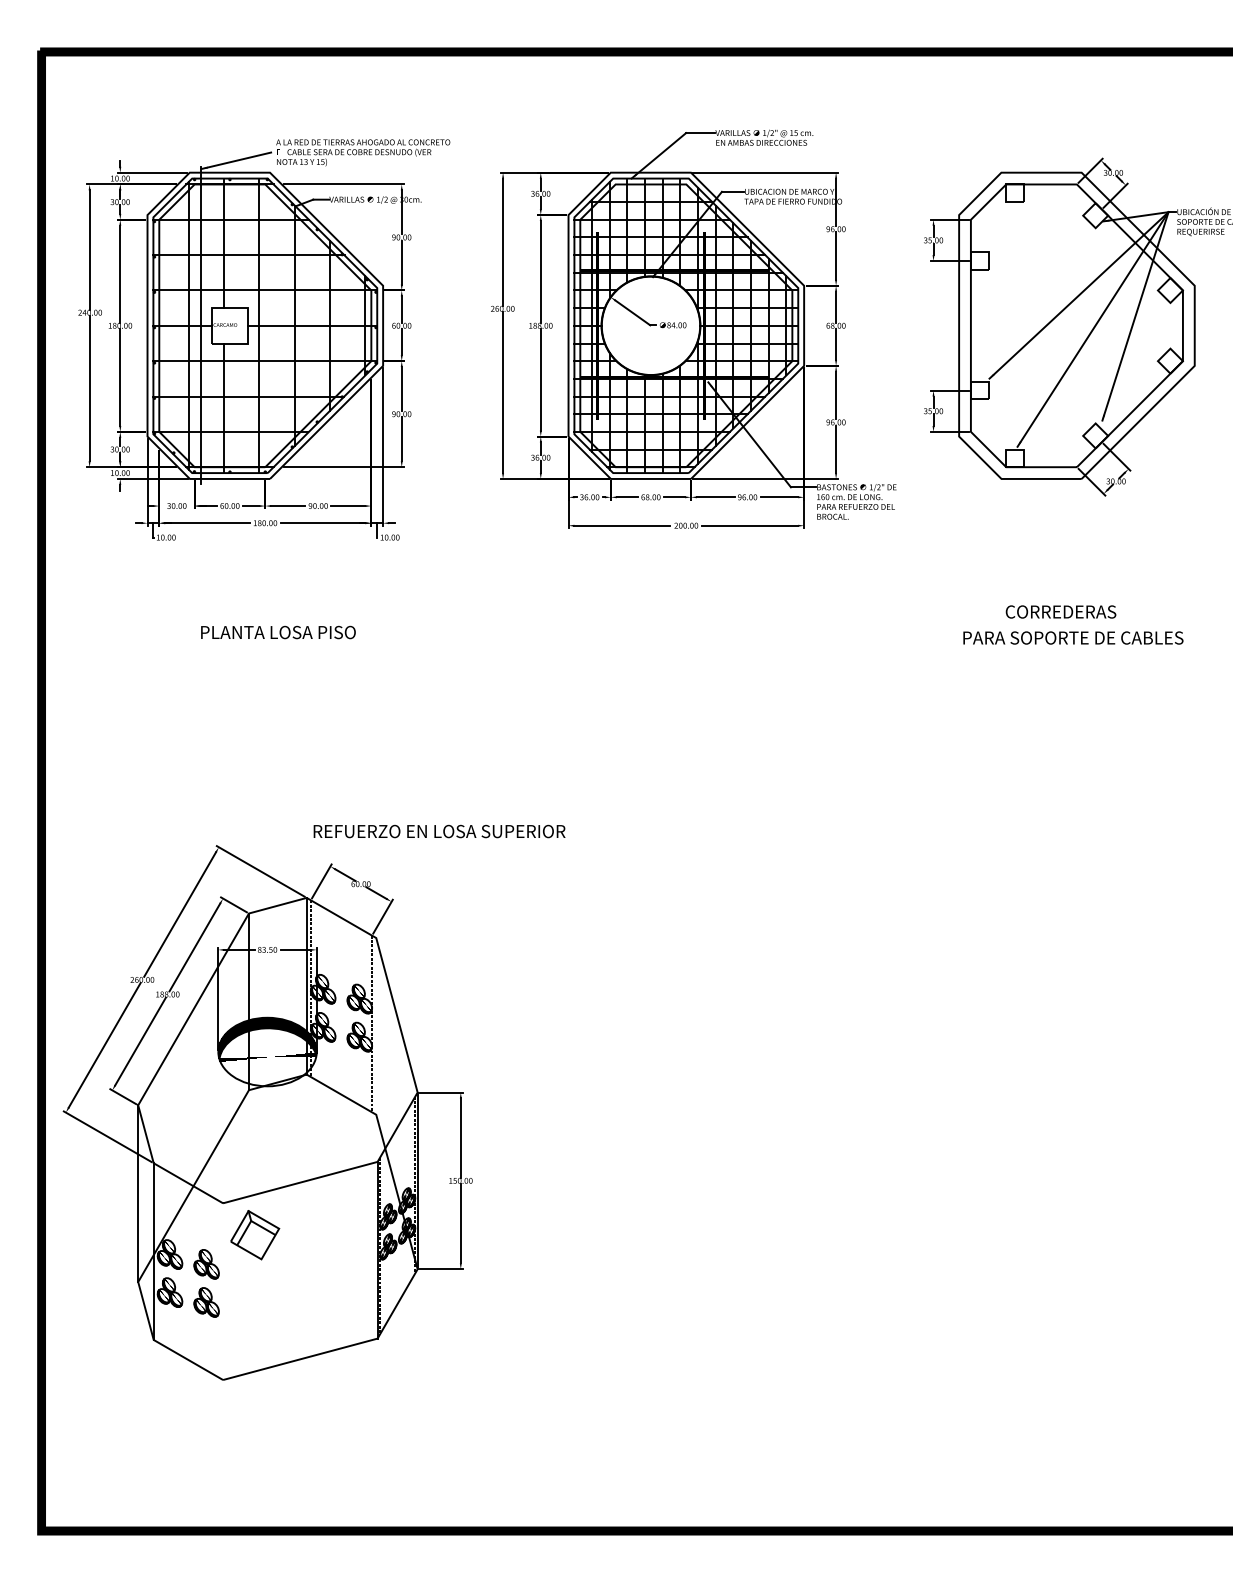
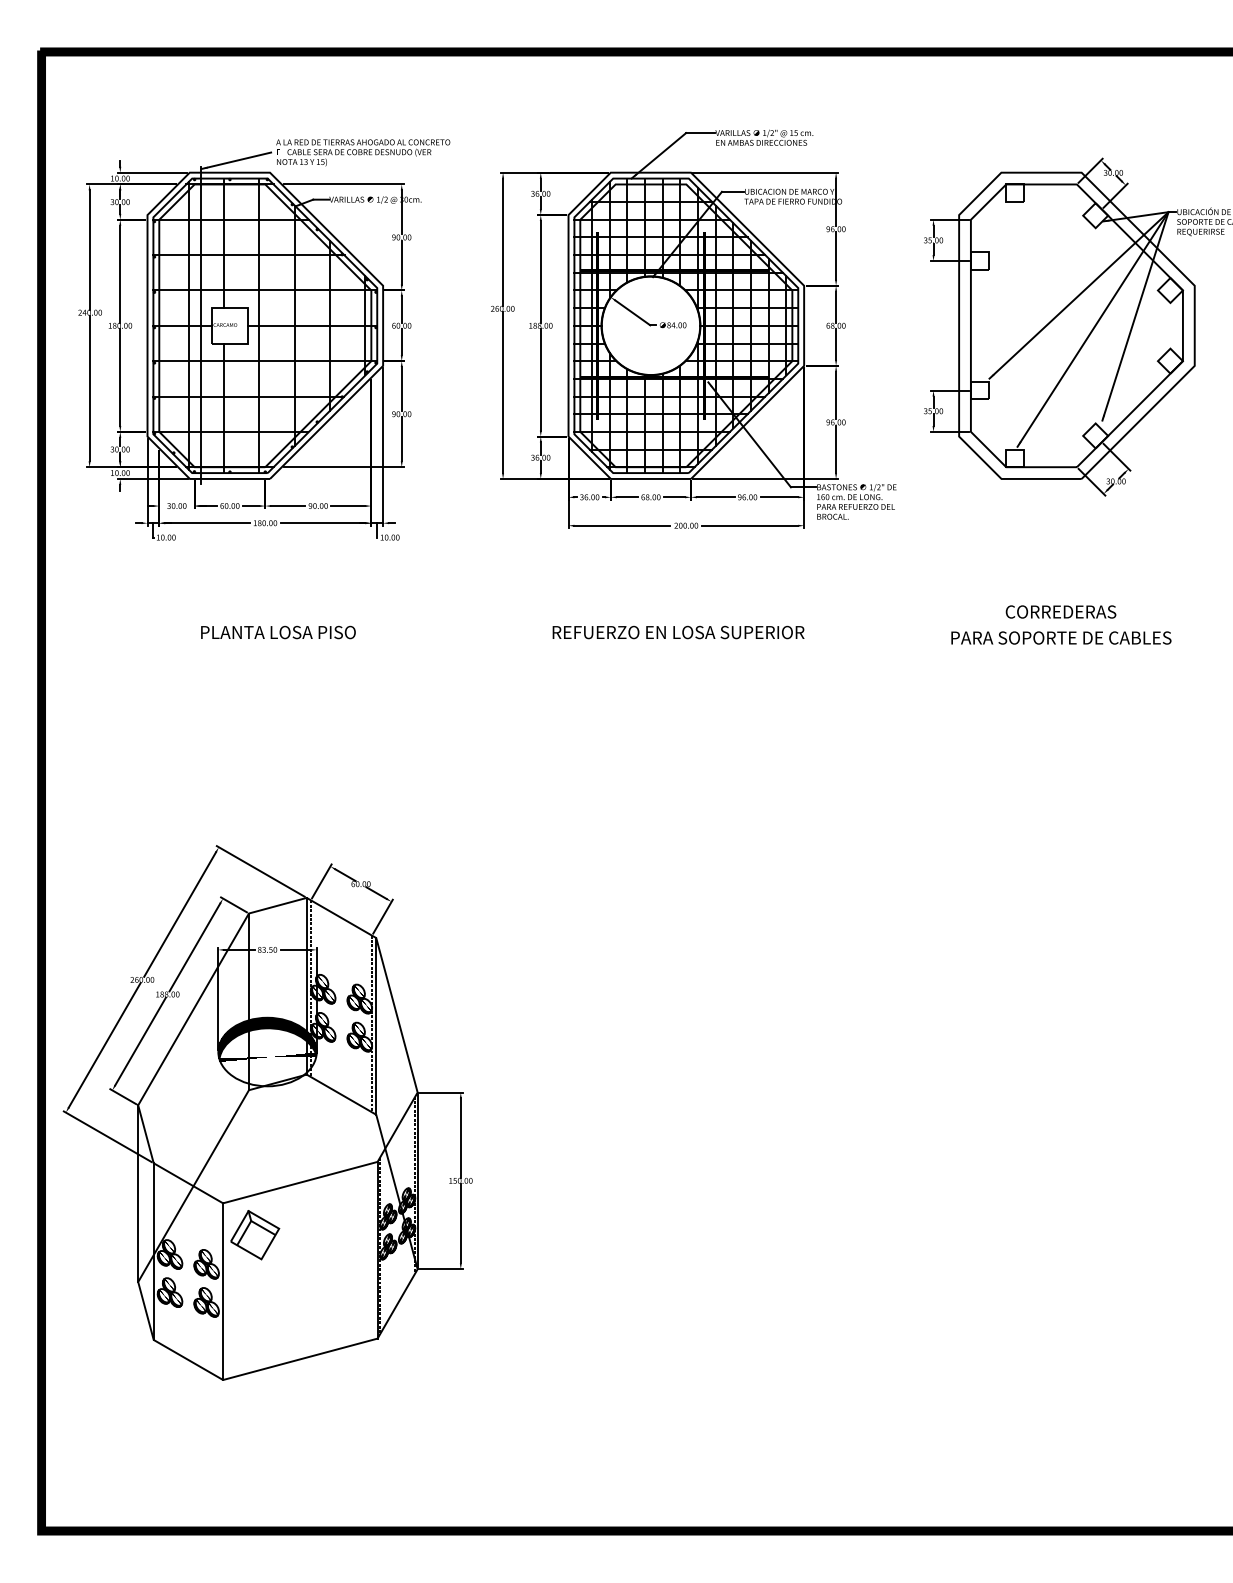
text at (1073, 637) position: (1073, 637) -> (1061, 637)
text at (439, 831) position: (439, 831) -> (678, 632)
line at (376, 1026): none -> present
line at (223, 1291): none -> present
